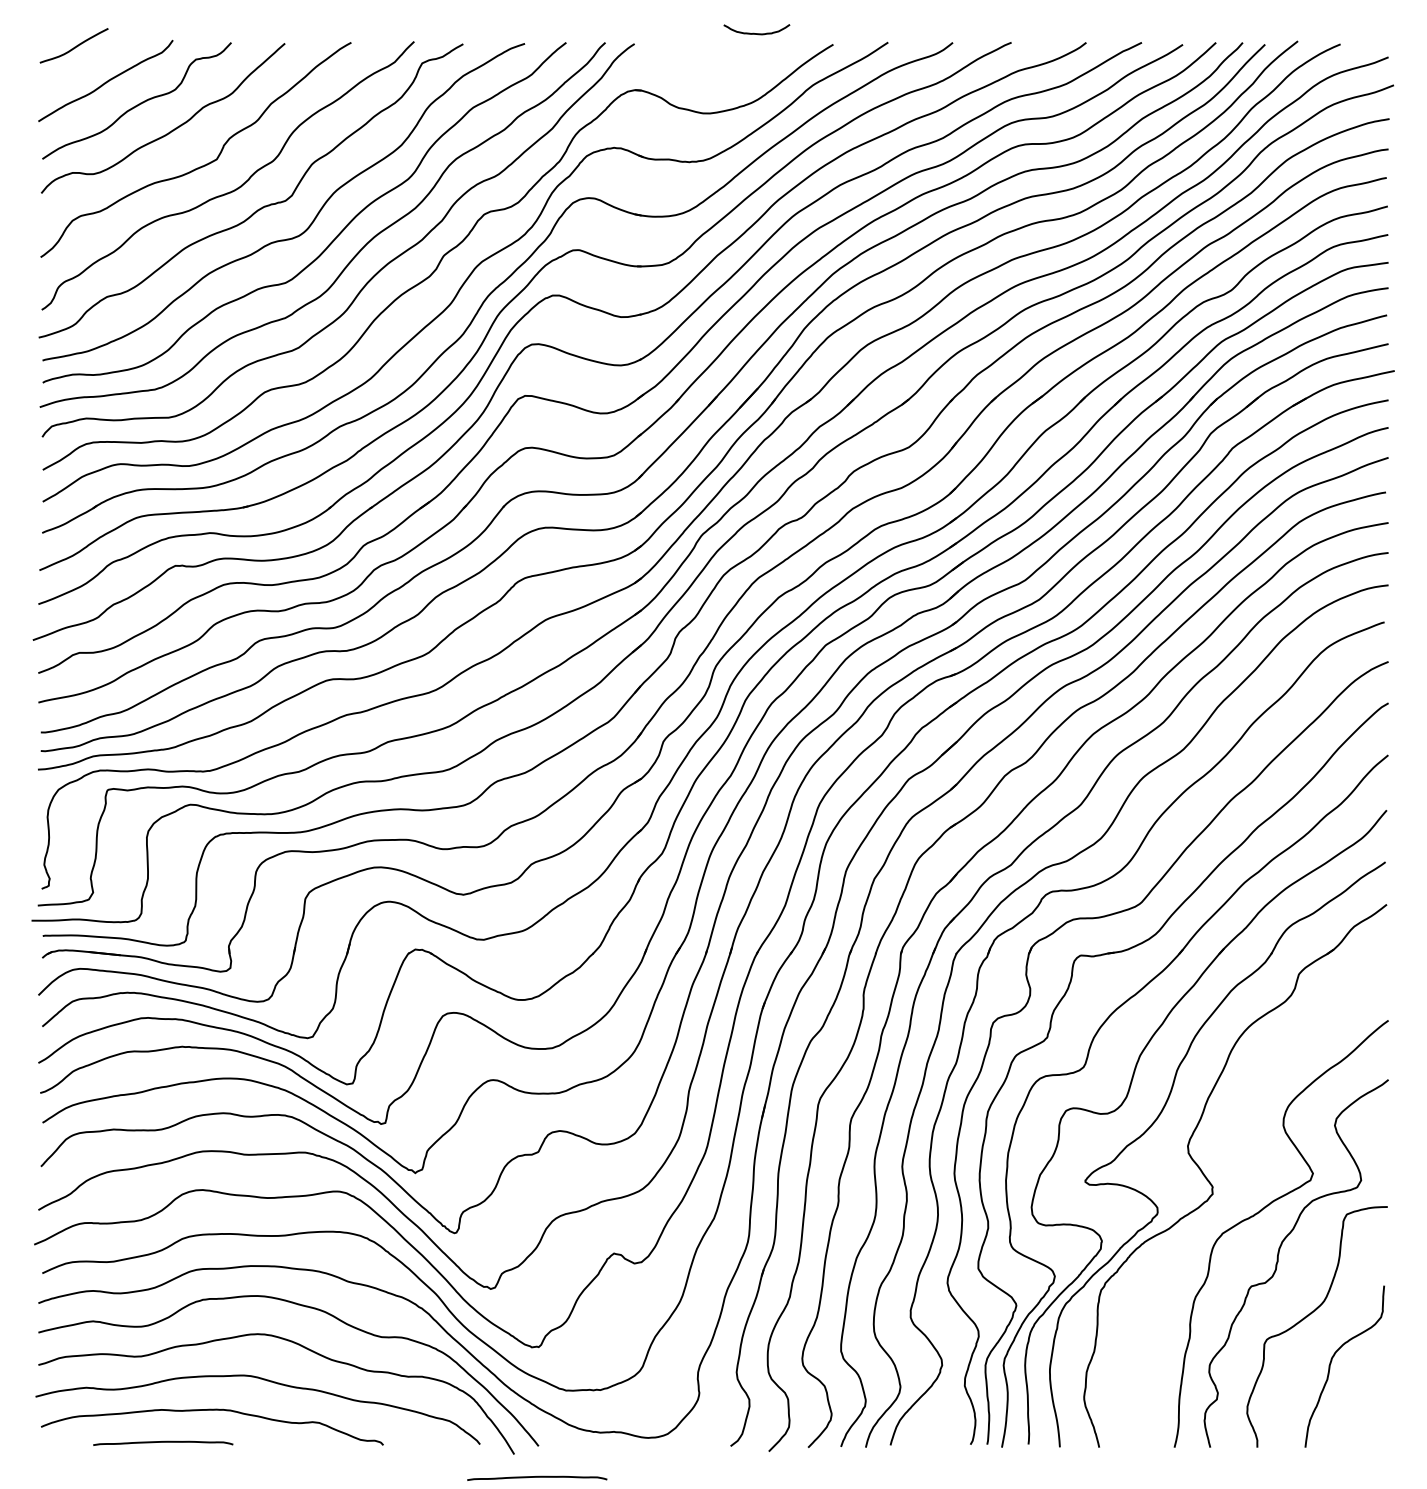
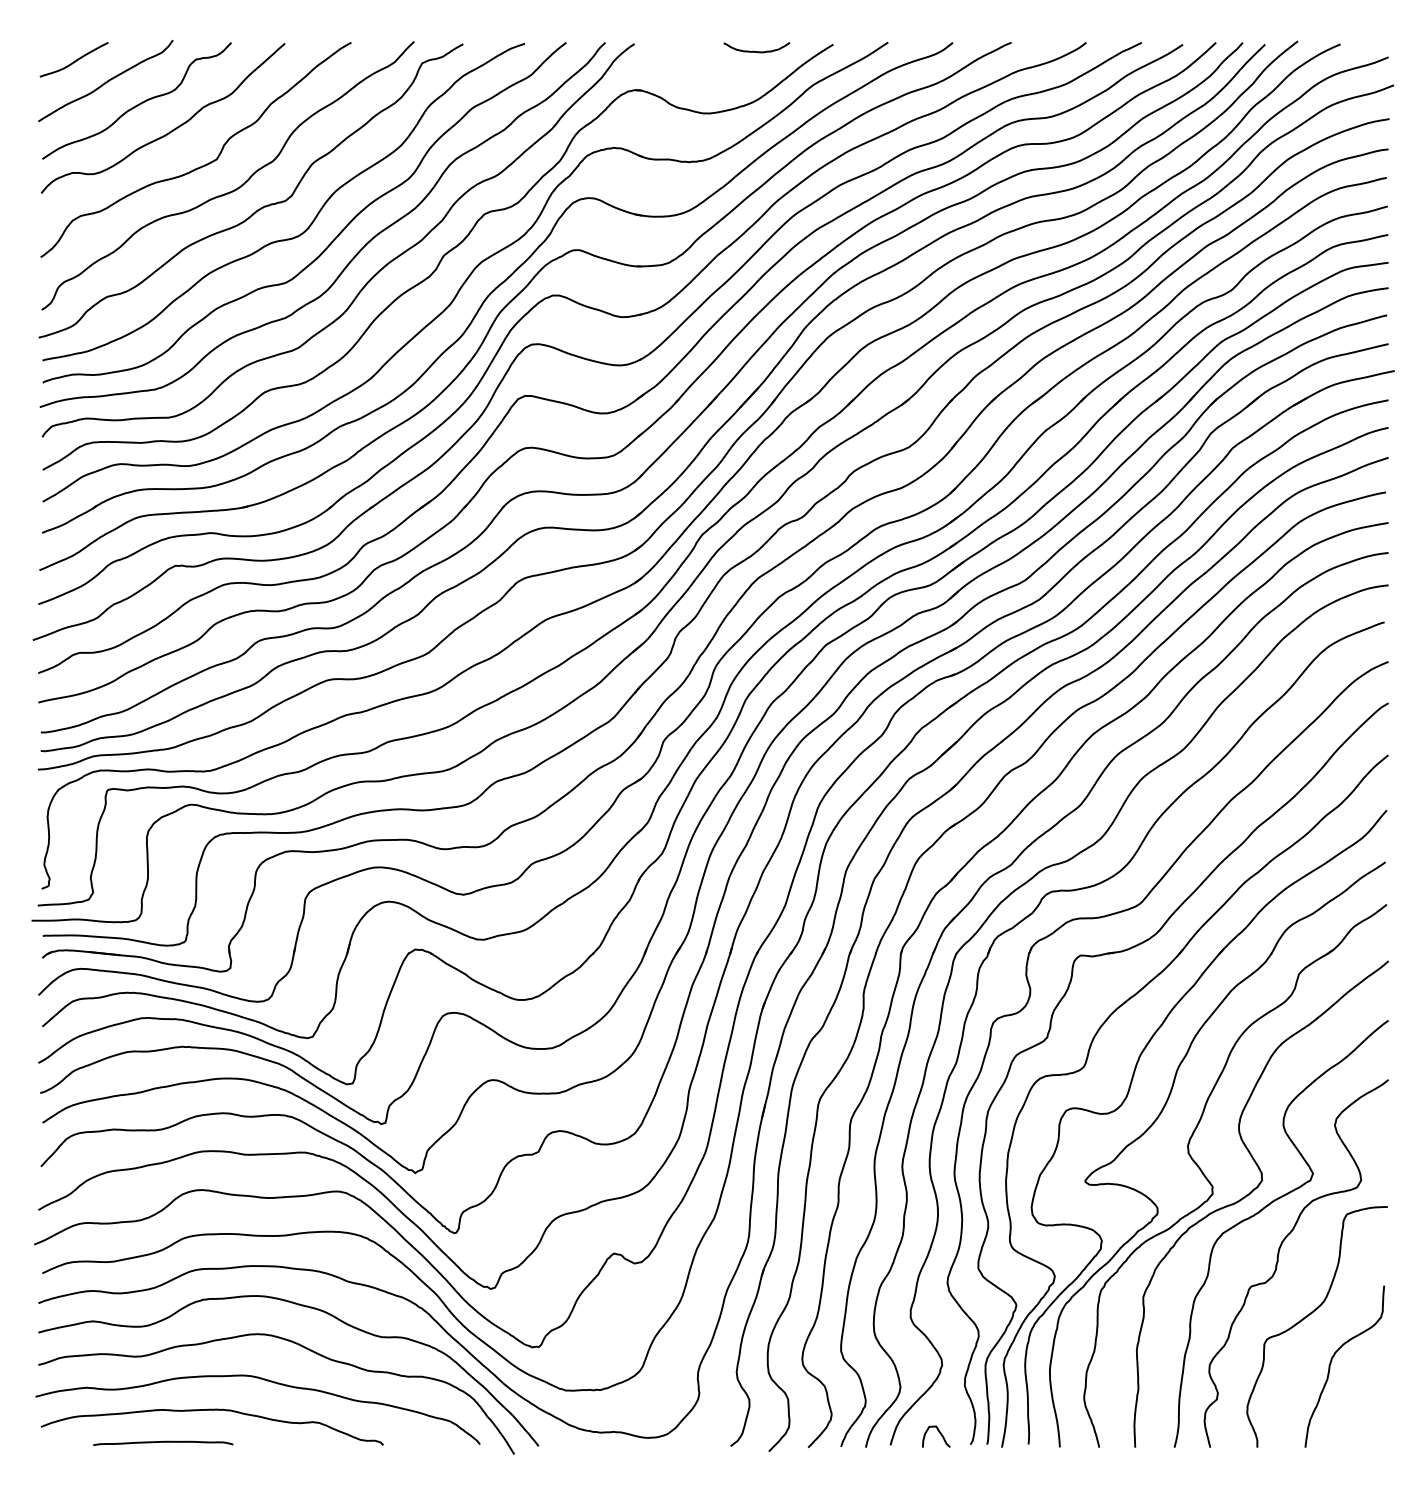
curve at (756, 33) position: (756, 33) -> (756, 51)
curve at (74, 46) position: (74, 46) -> (74, 60)
curve at (1251, 1193): none -> present
curve at (939, 1433): none -> present
curve at (537, 1477): present -> none
